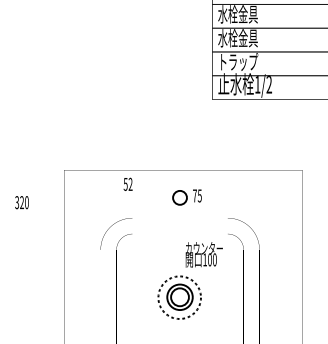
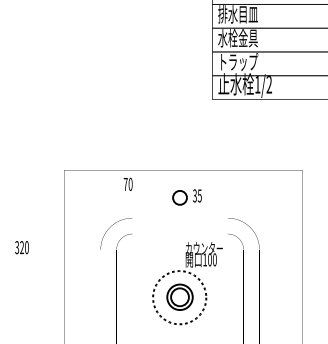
text at (237, 14): 水栓金具 -> 排水目皿
text at (127, 184): 52 -> 70
text at (194, 195): 75 -> 35
text at (21, 202) position: (21, 202) -> (21, 247)
circle at (179, 297) diameter: 43 px -> 53 px
